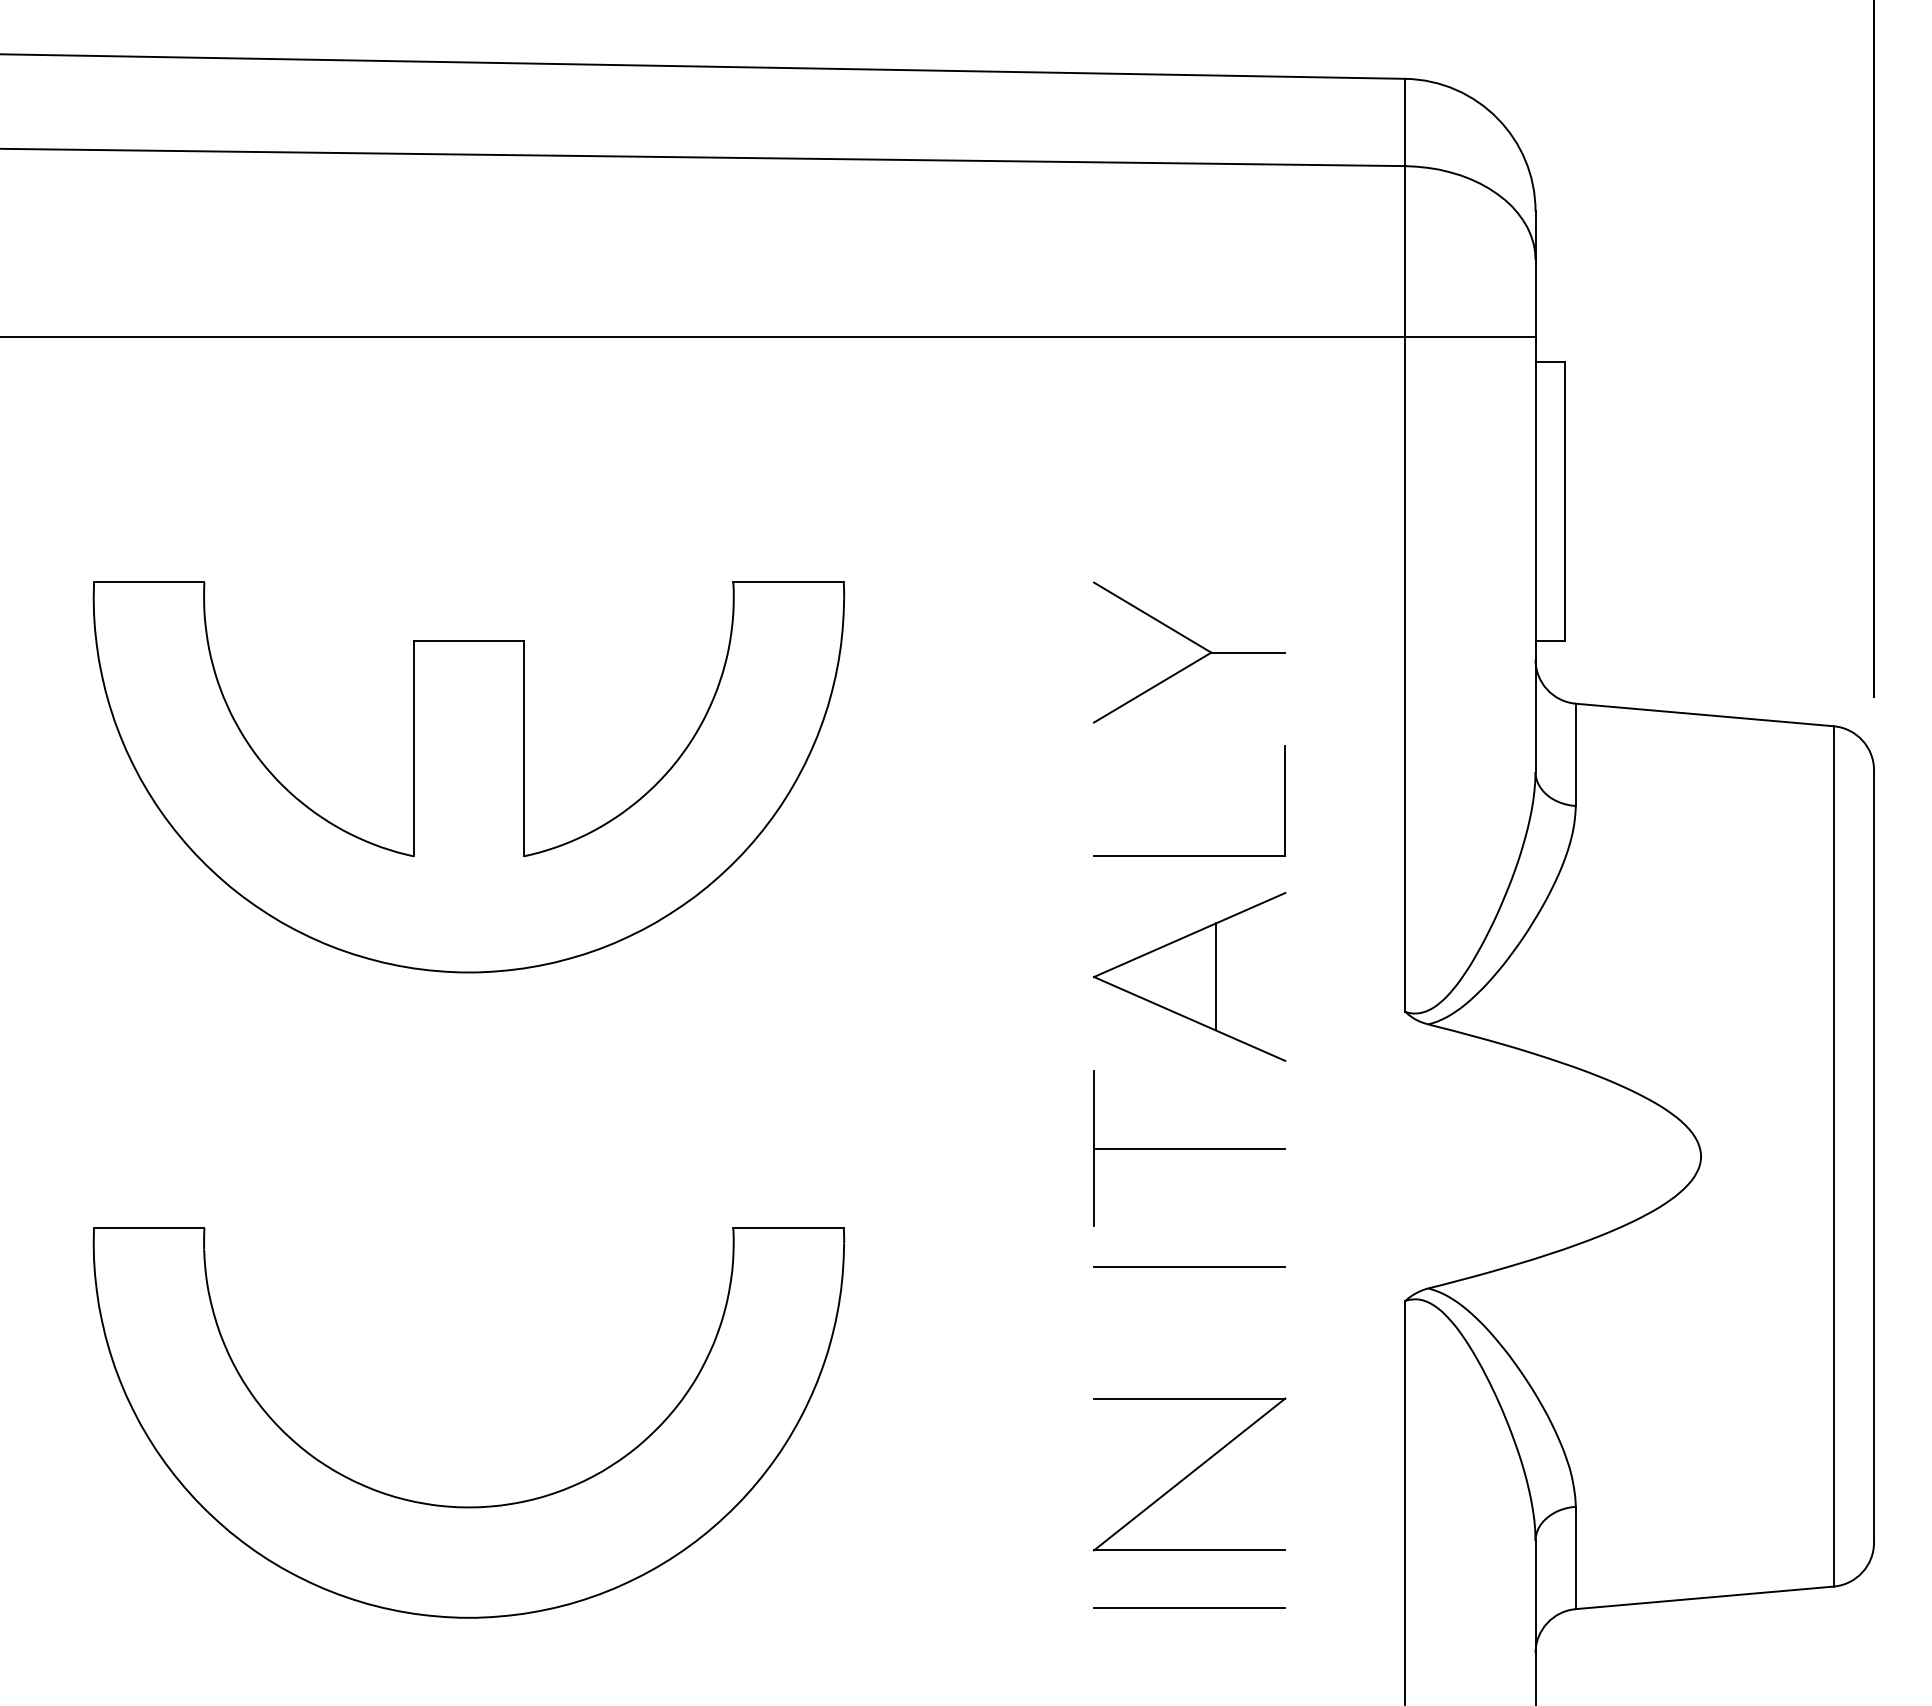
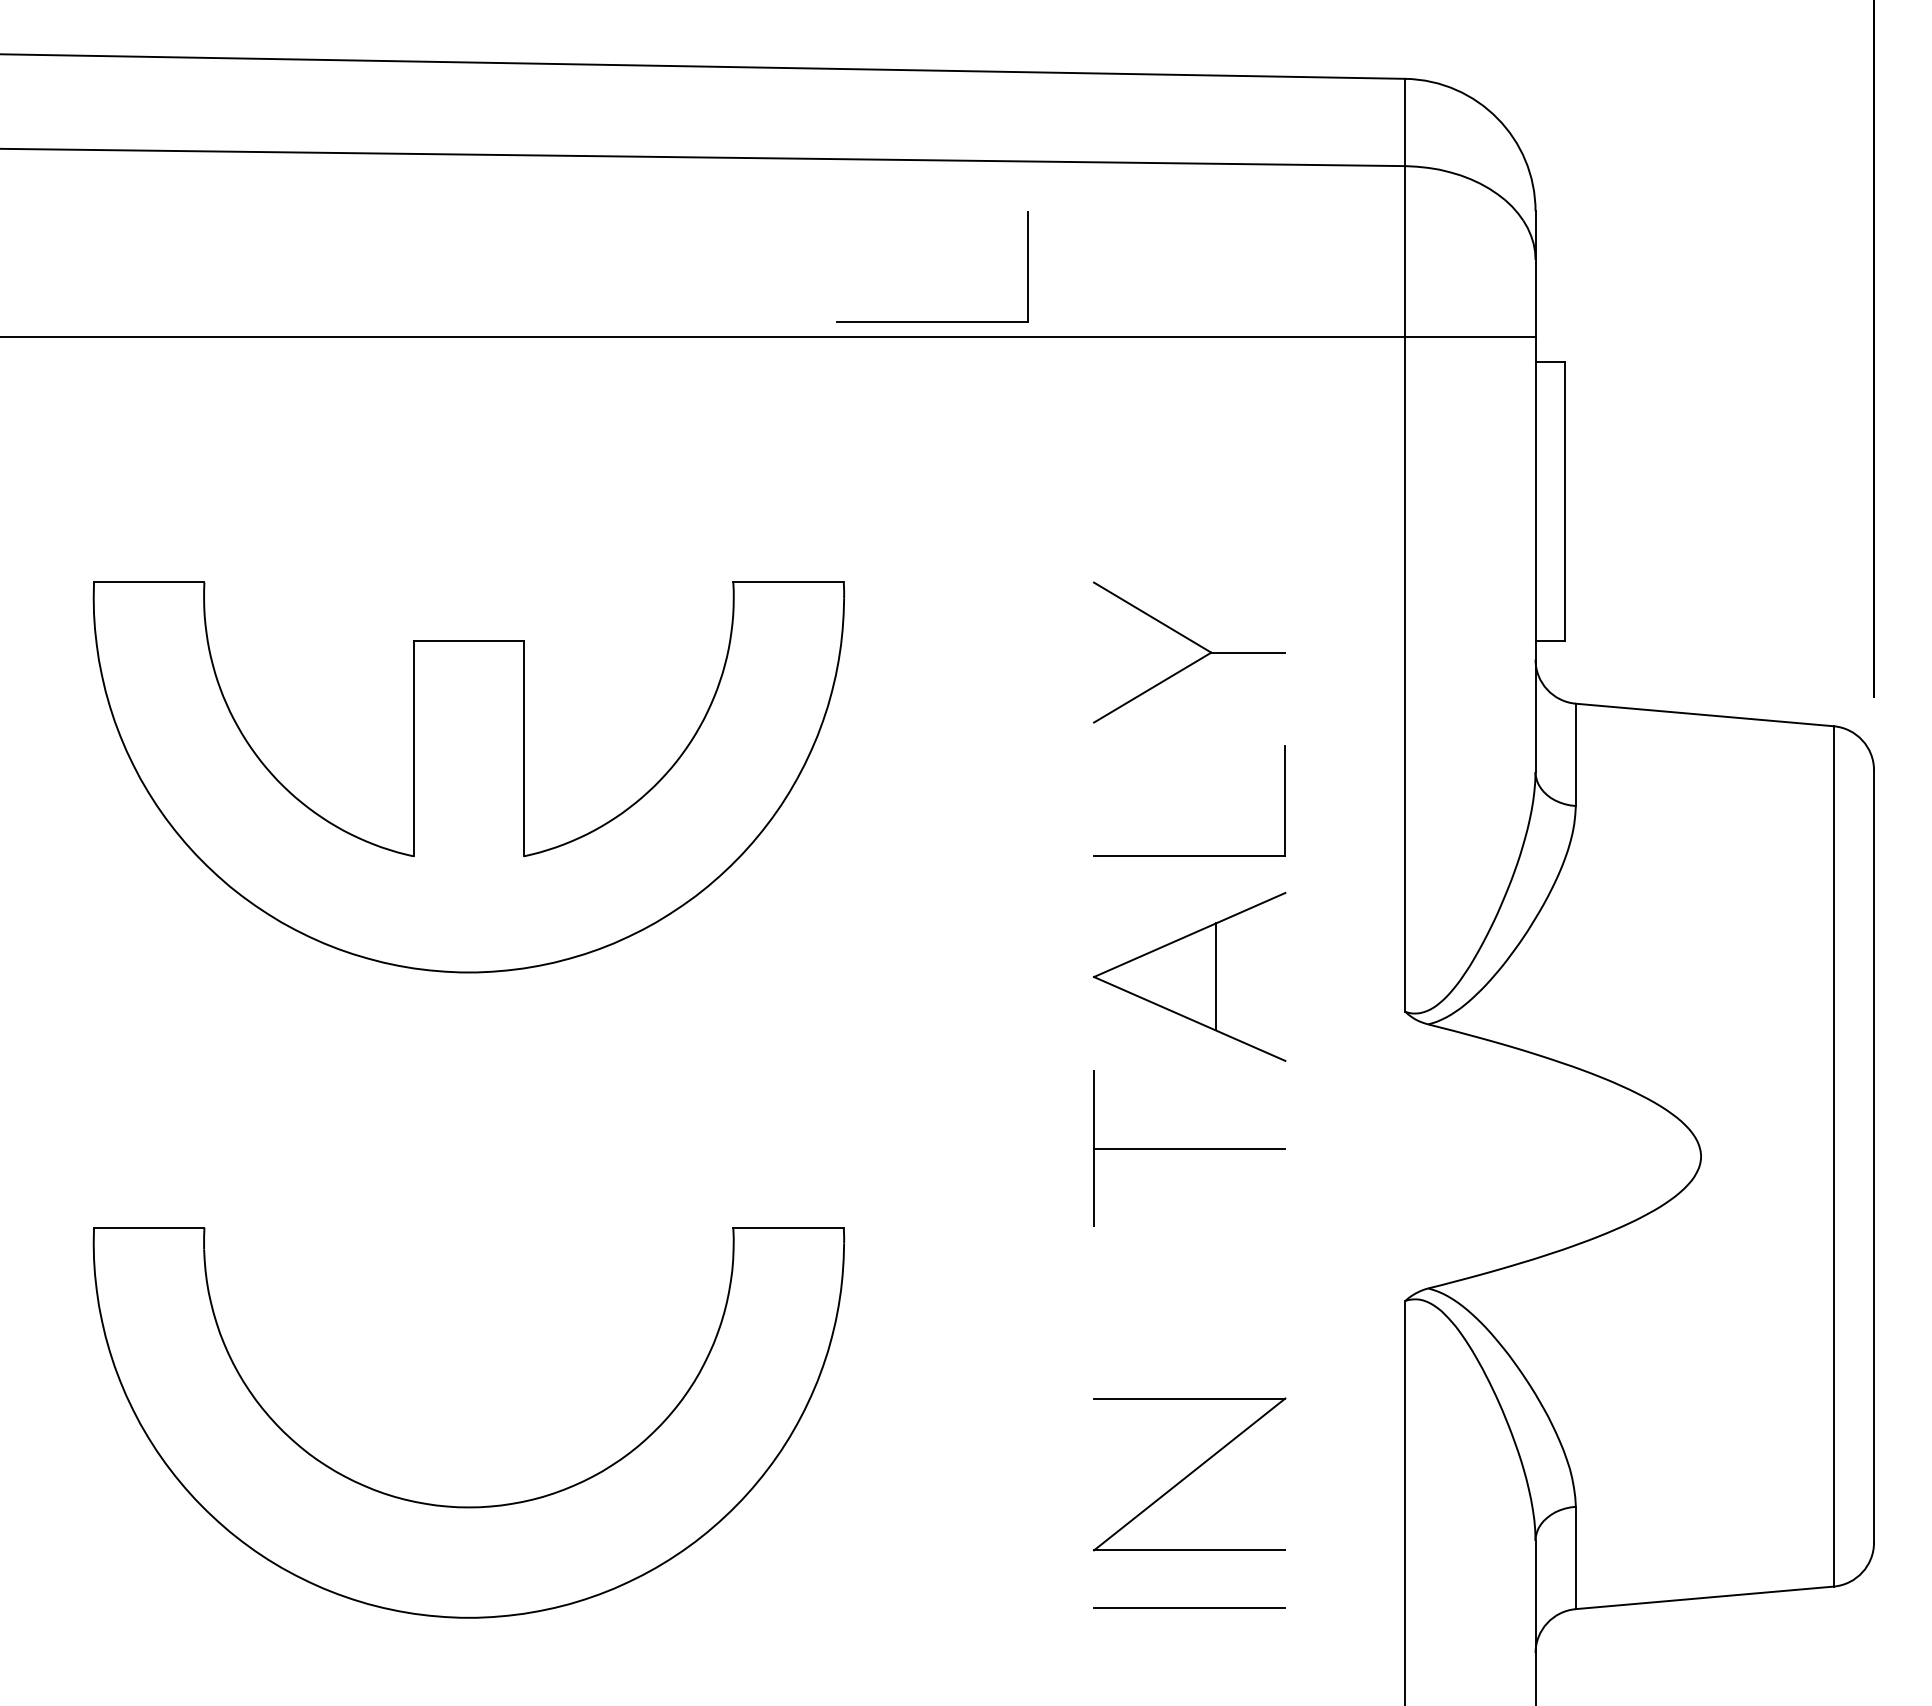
part at (932, 321): none -> present
line at (1189, 1266): present -> none
